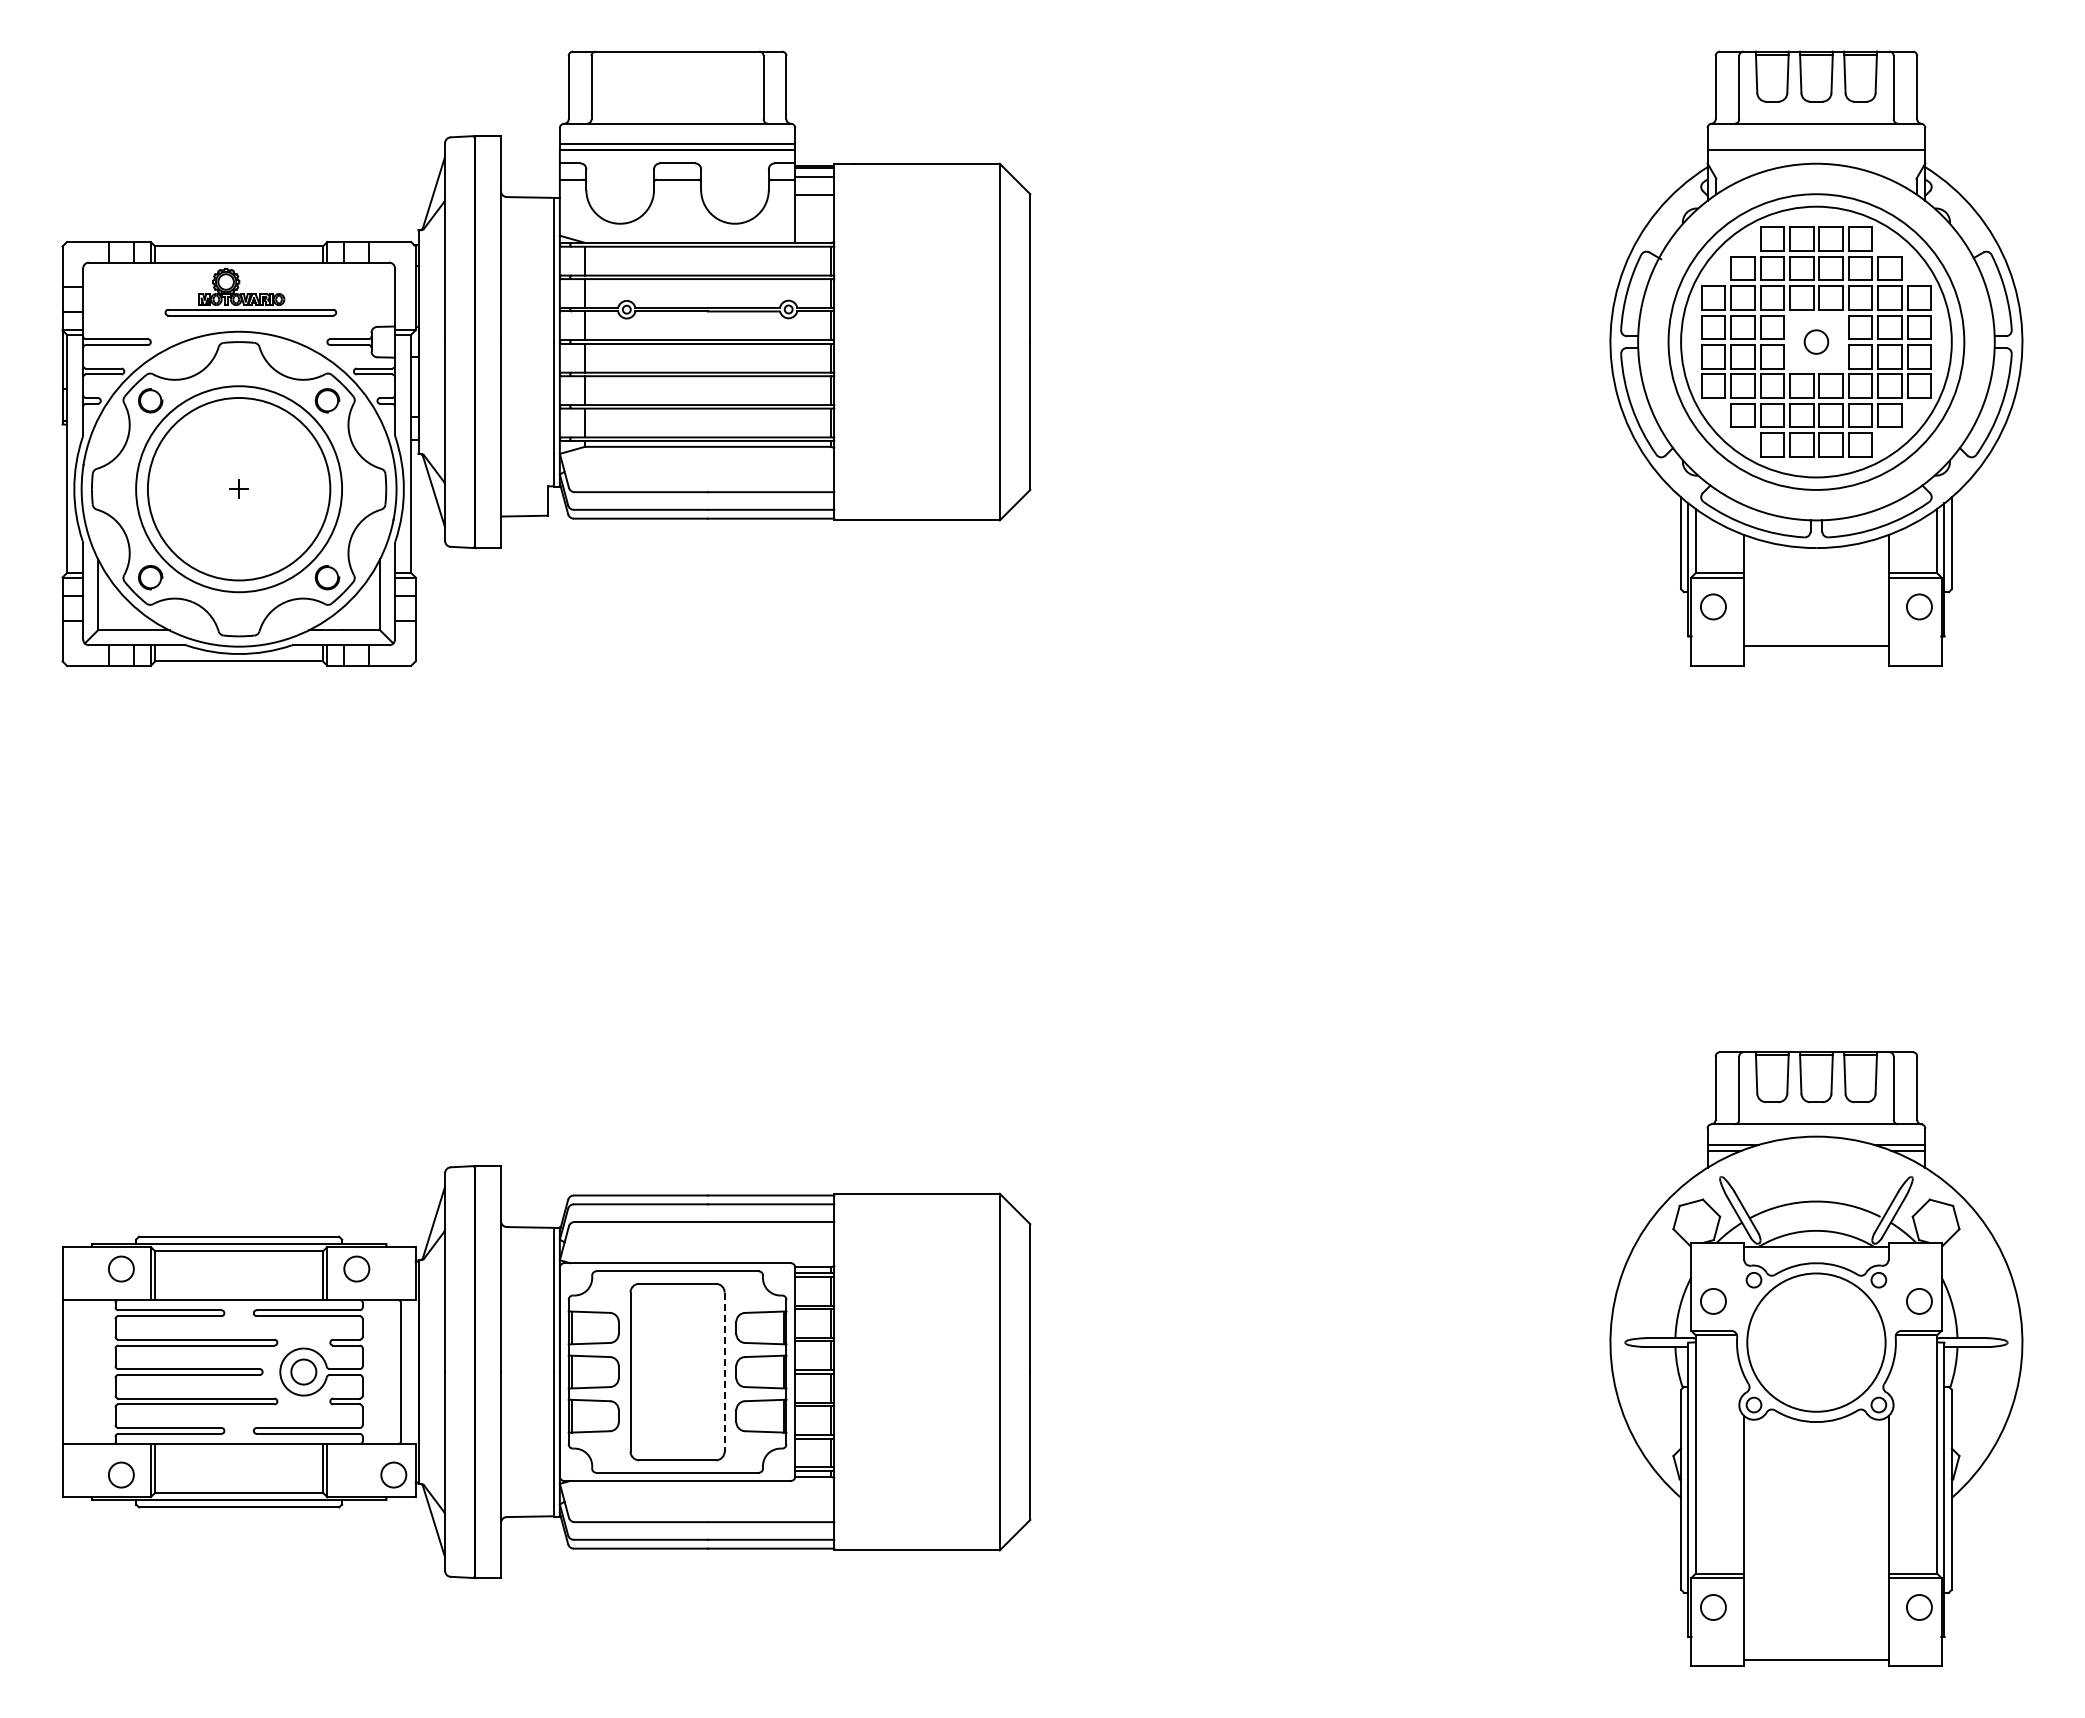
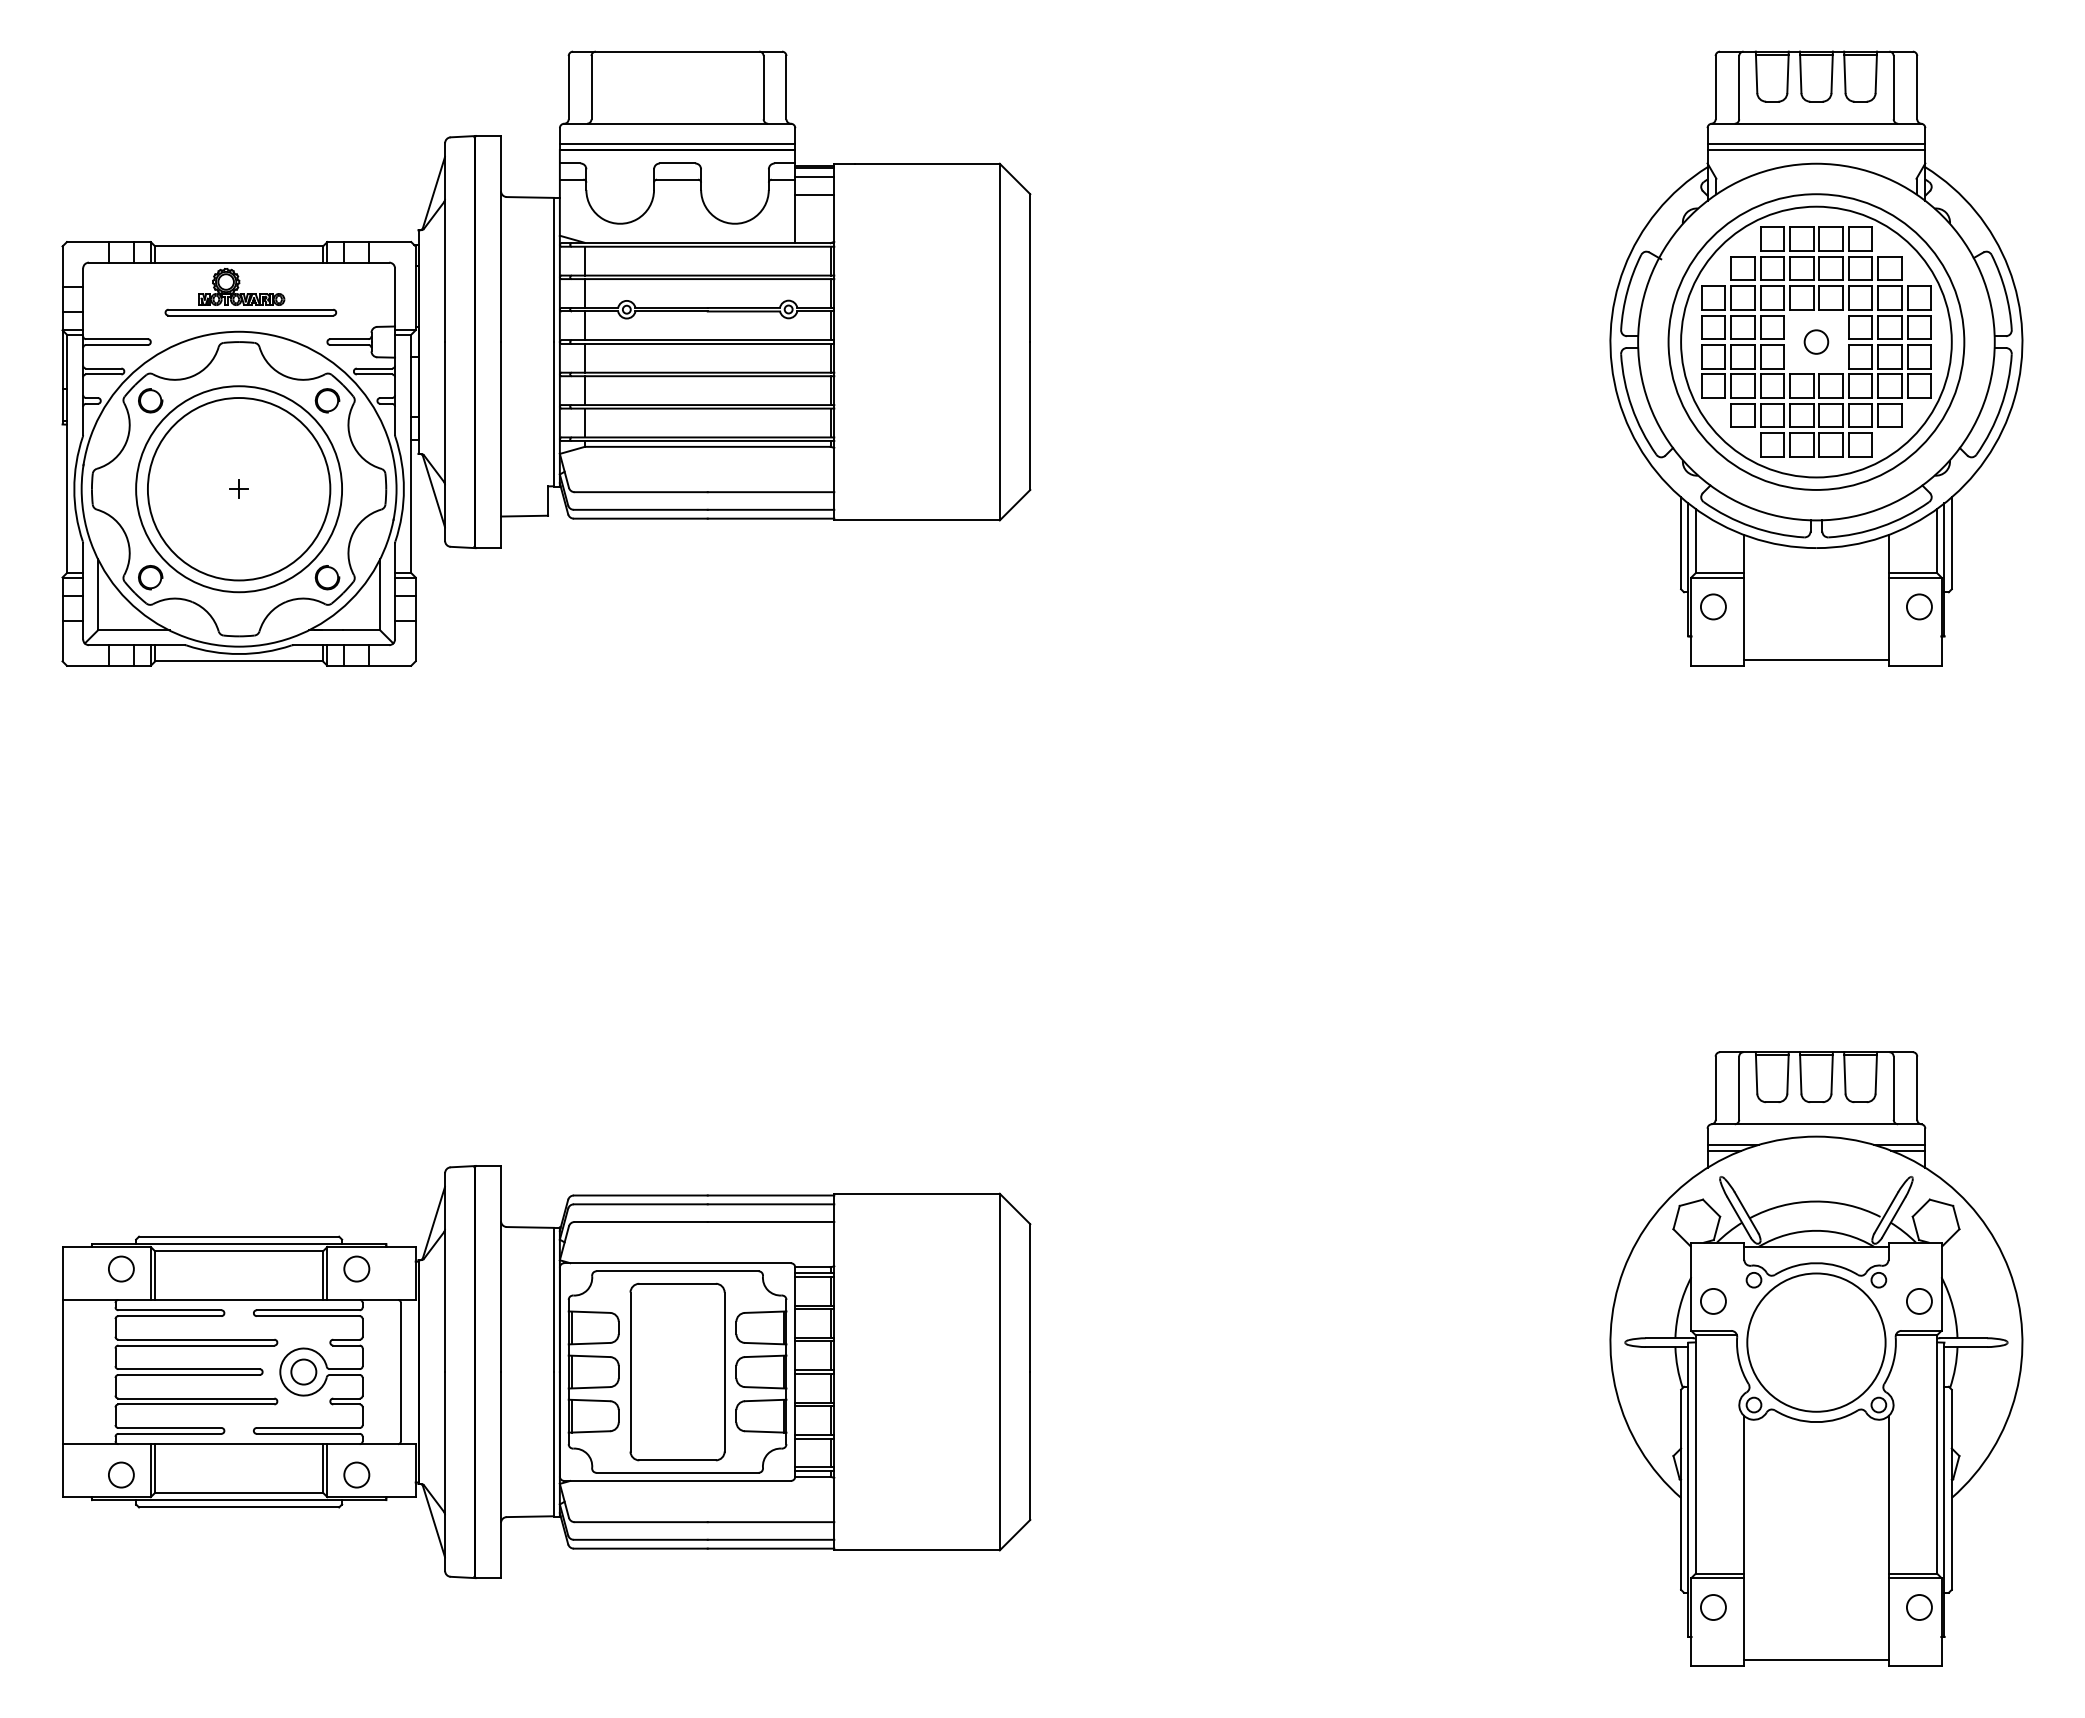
line at (1816, 144): none -> present
line at (1816, 645) position: (1816, 645) -> (1816, 659)
line at (724, 1372): dashed -> solid
circle at (393, 1474) position: (393, 1474) -> (356, 1474)
